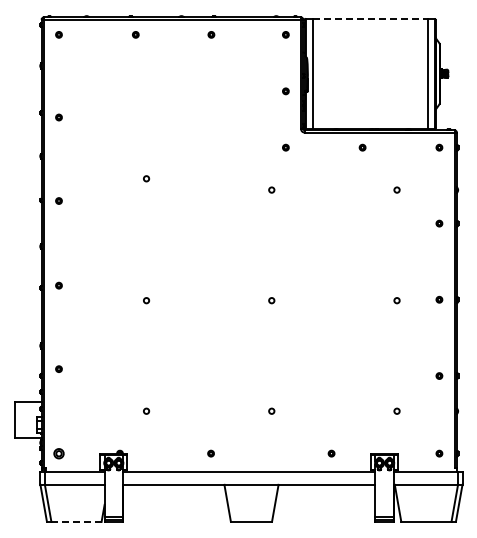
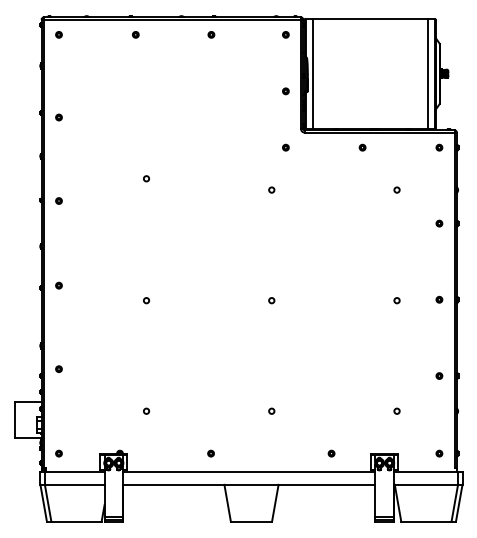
line at (370, 18): dashed -> solid
part at (58, 453) size: 12x12 px -> 8x9 px
line at (76, 521): dashed -> solid
